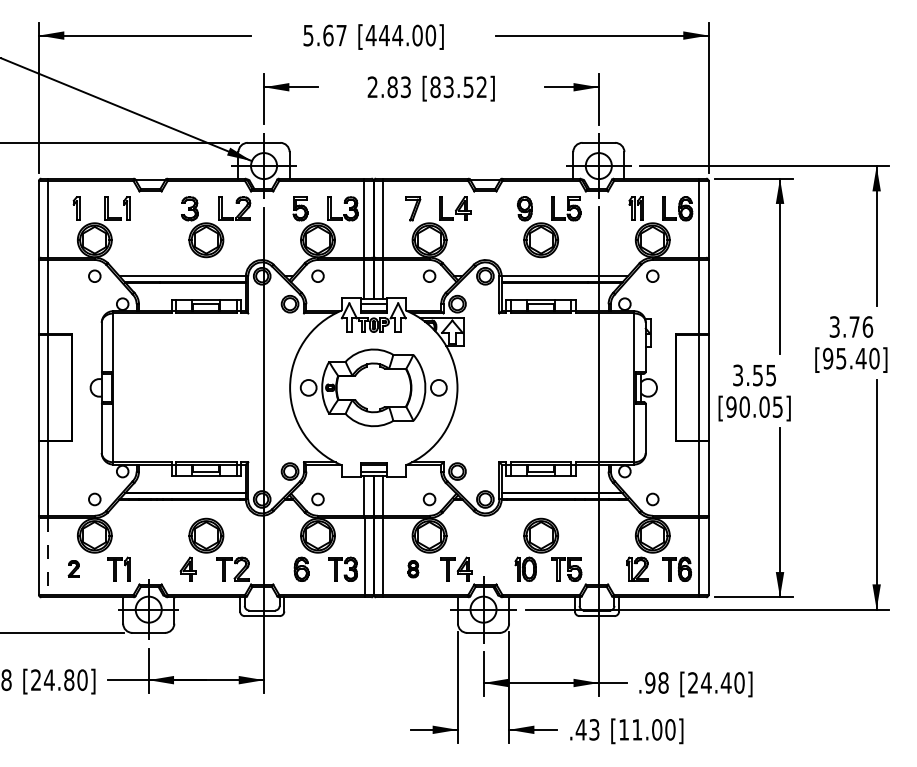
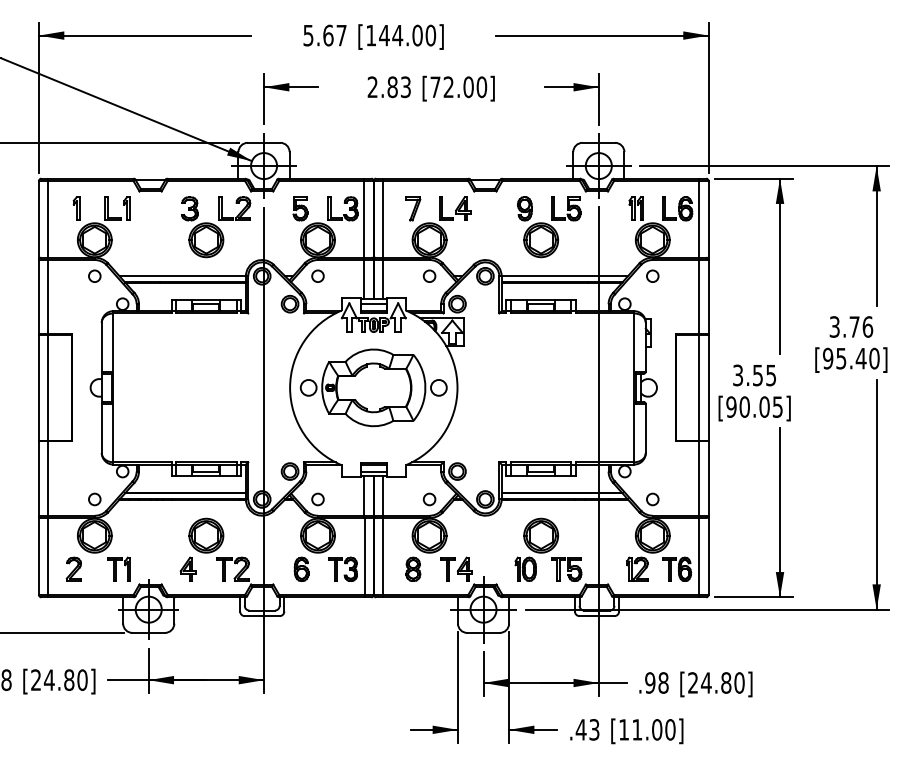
text at (370, 35): [444.00] -> [144.00]
text at (458, 87): [83.52] -> [72.00]
line at (48, 557): dashed -> solid
part at (73, 568) size: 13x18 px -> 17x26 px
part at (413, 569) size: 13x19 px -> 17x26 px
text at (725, 682): [24.40] -> [24.80]
